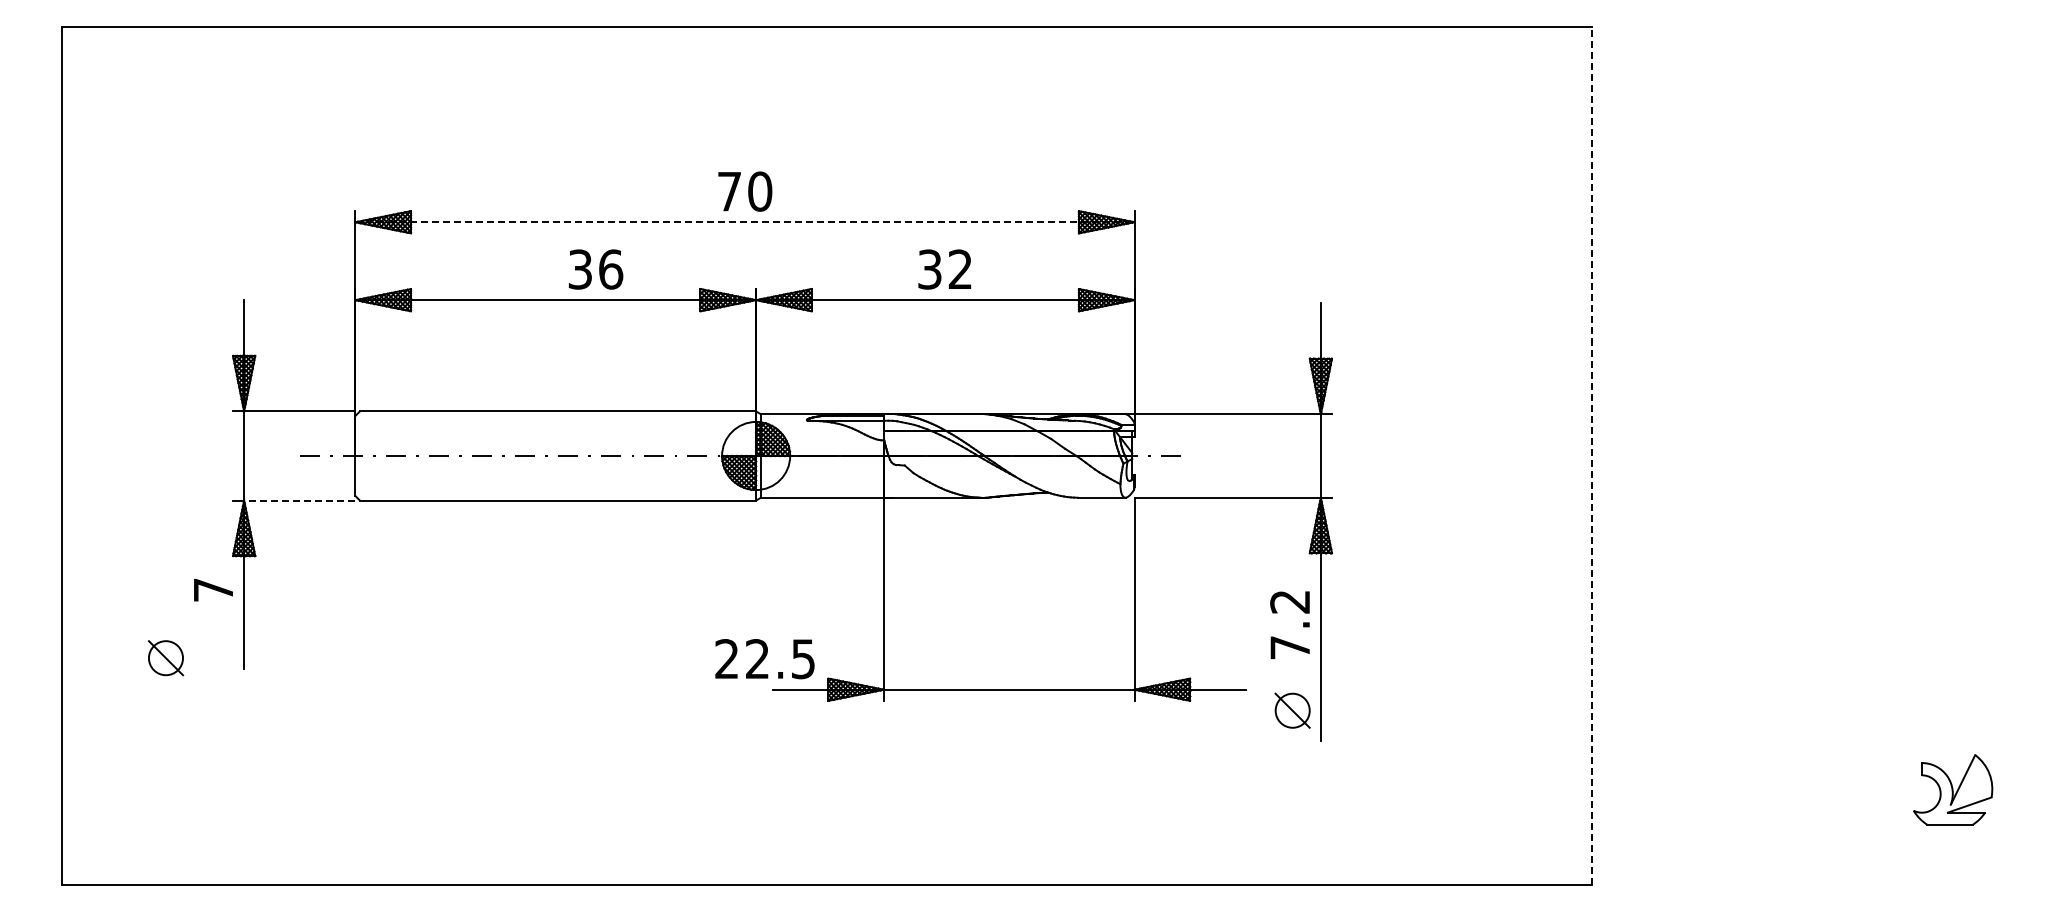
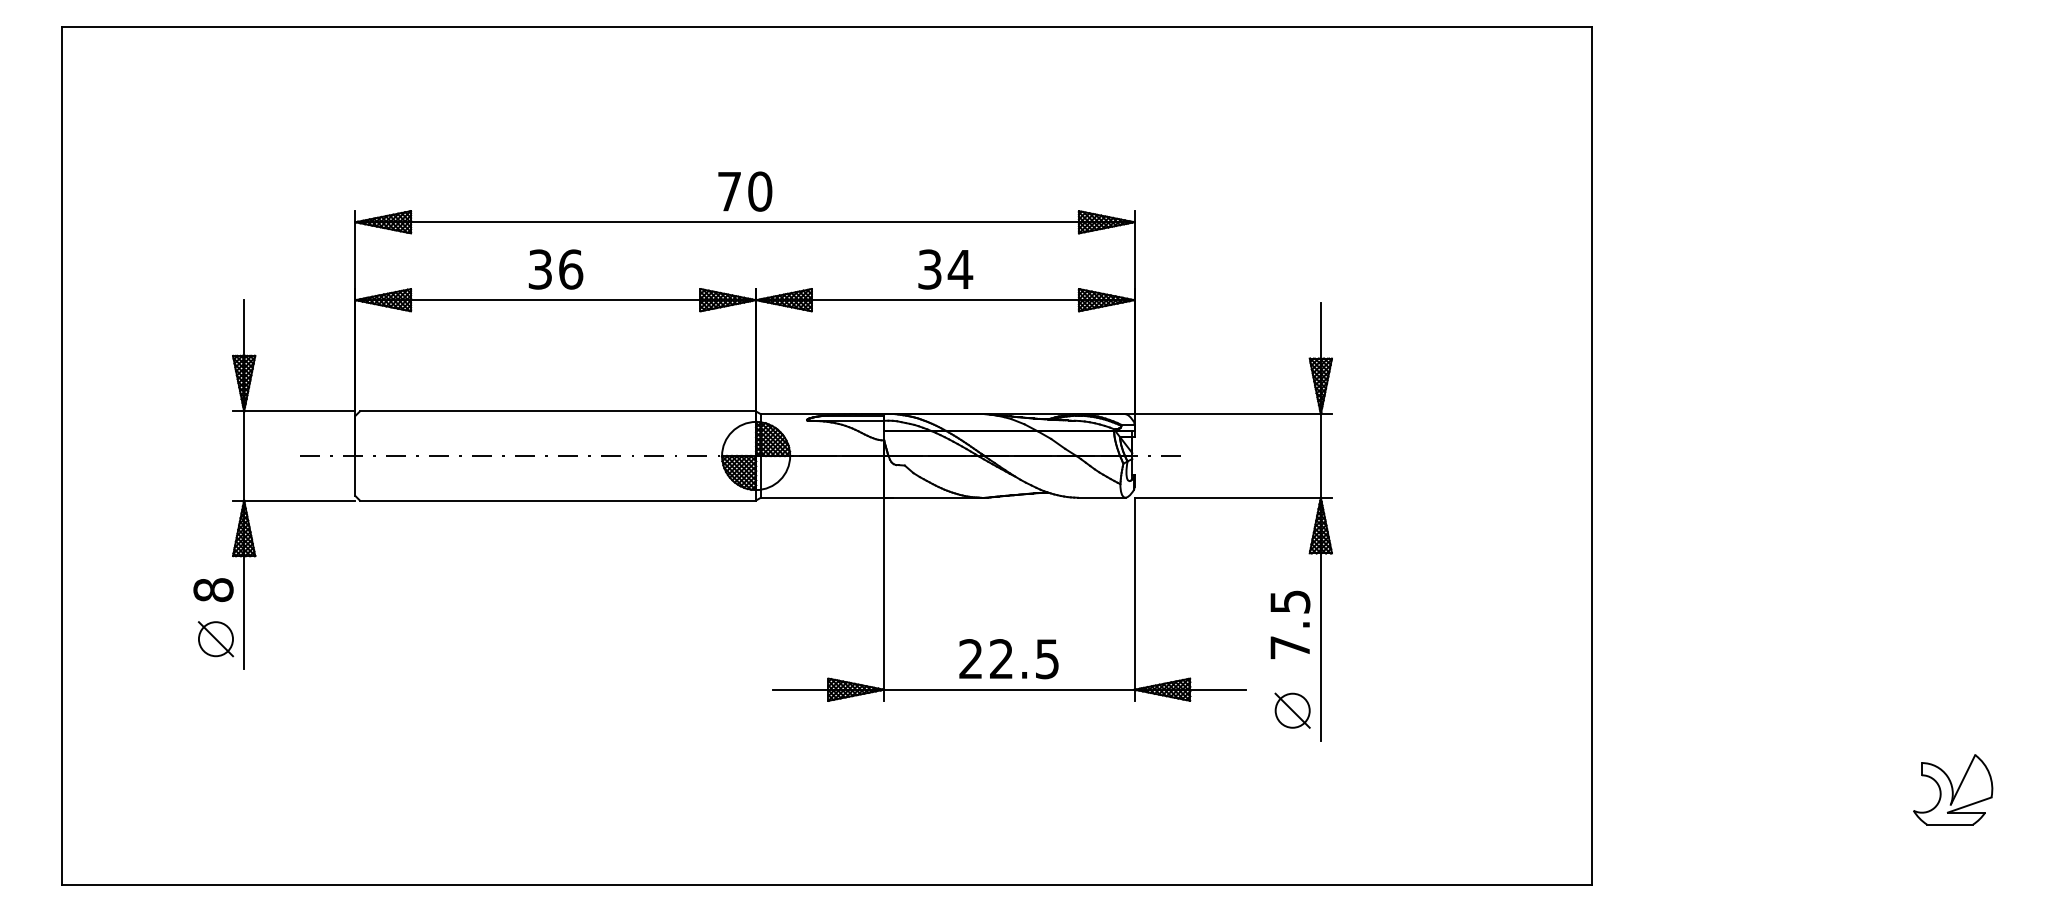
line at (745, 222): dashed -> solid
text at (960, 268): 32 -> 34
text at (595, 269) position: (595, 269) -> (555, 269)
line at (1591, 456): dashed -> solid
line at (299, 500): dashed -> solid
text at (213, 590): 7 -> 8
text at (1290, 601): 7.2 -> 7.5
part at (165, 658) position: (165, 658) -> (215, 639)
text at (764, 659) position: (764, 659) -> (1008, 659)
